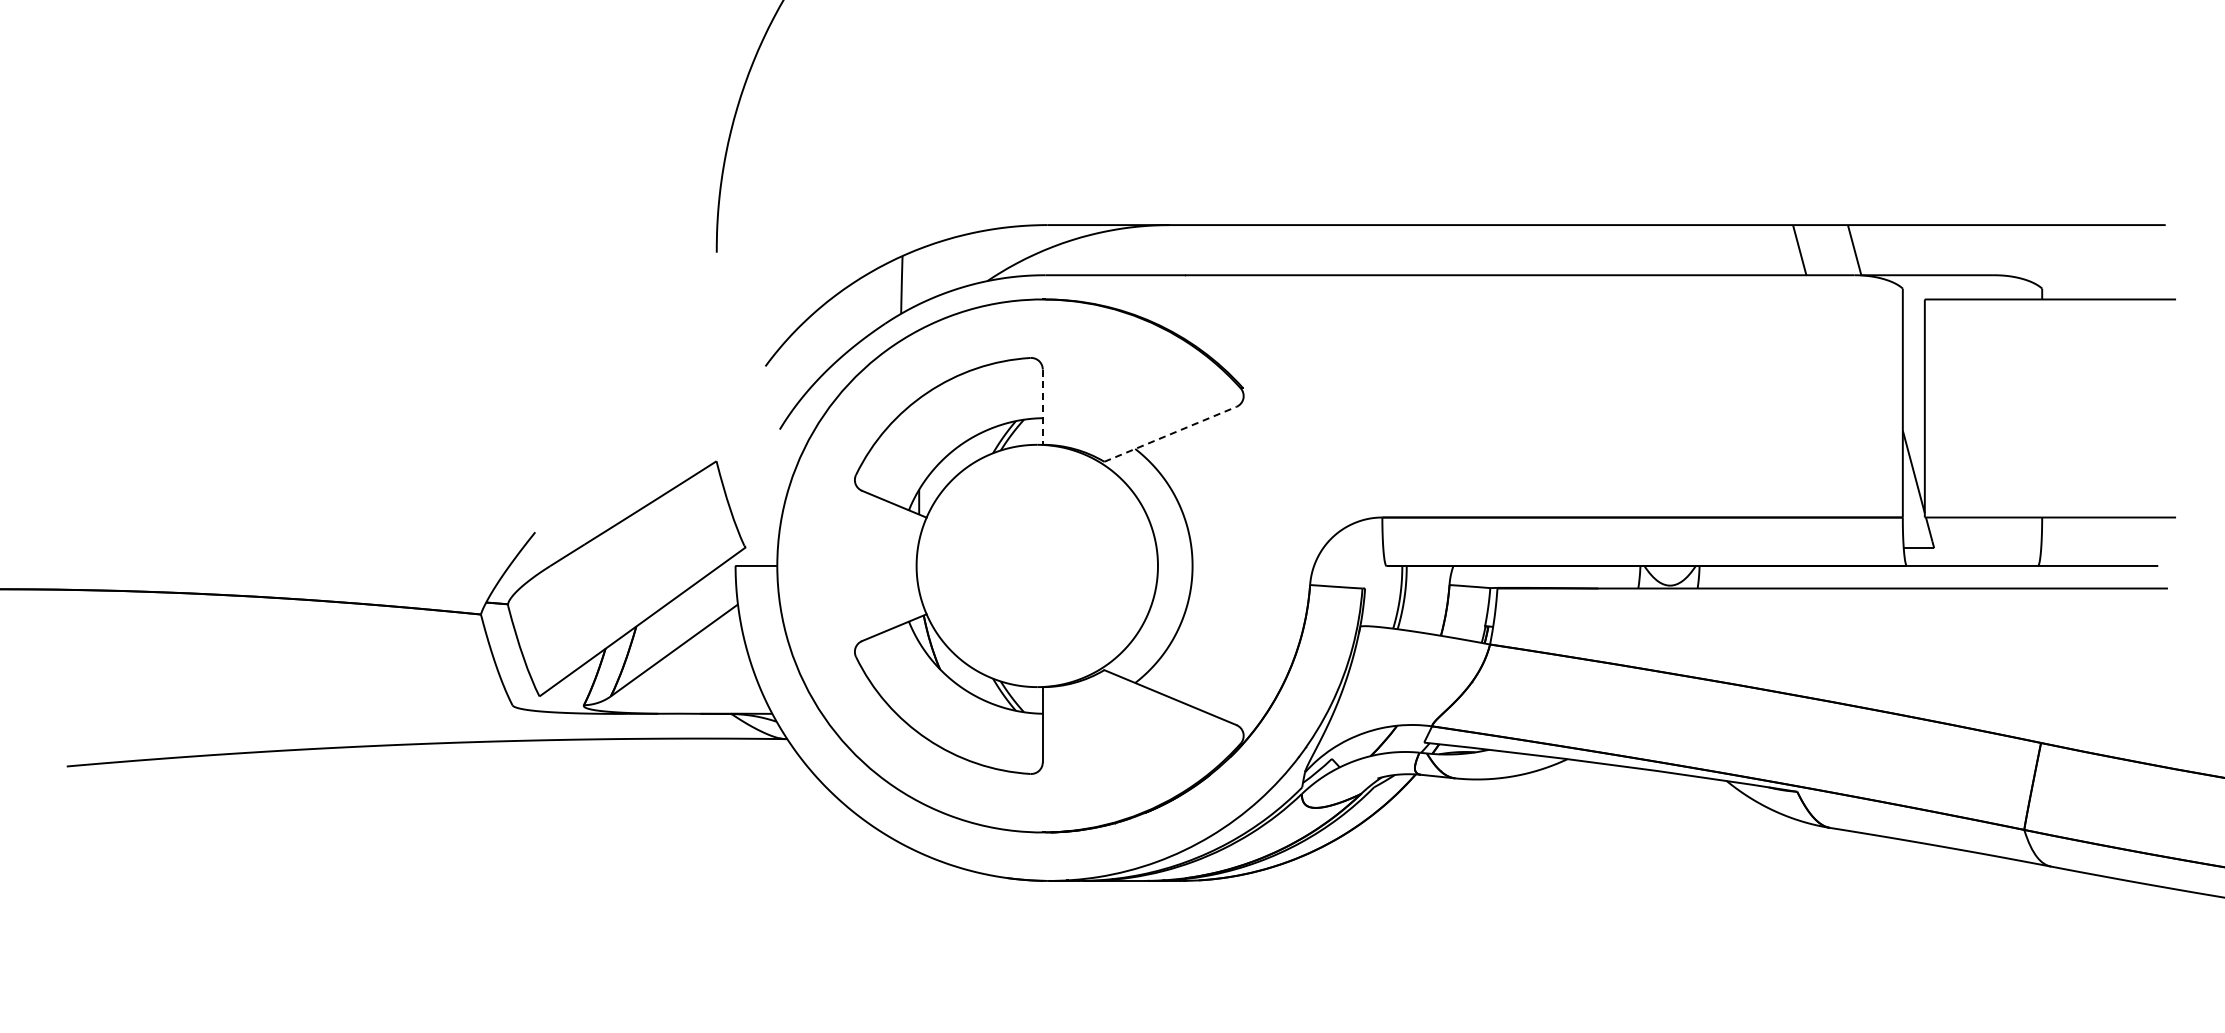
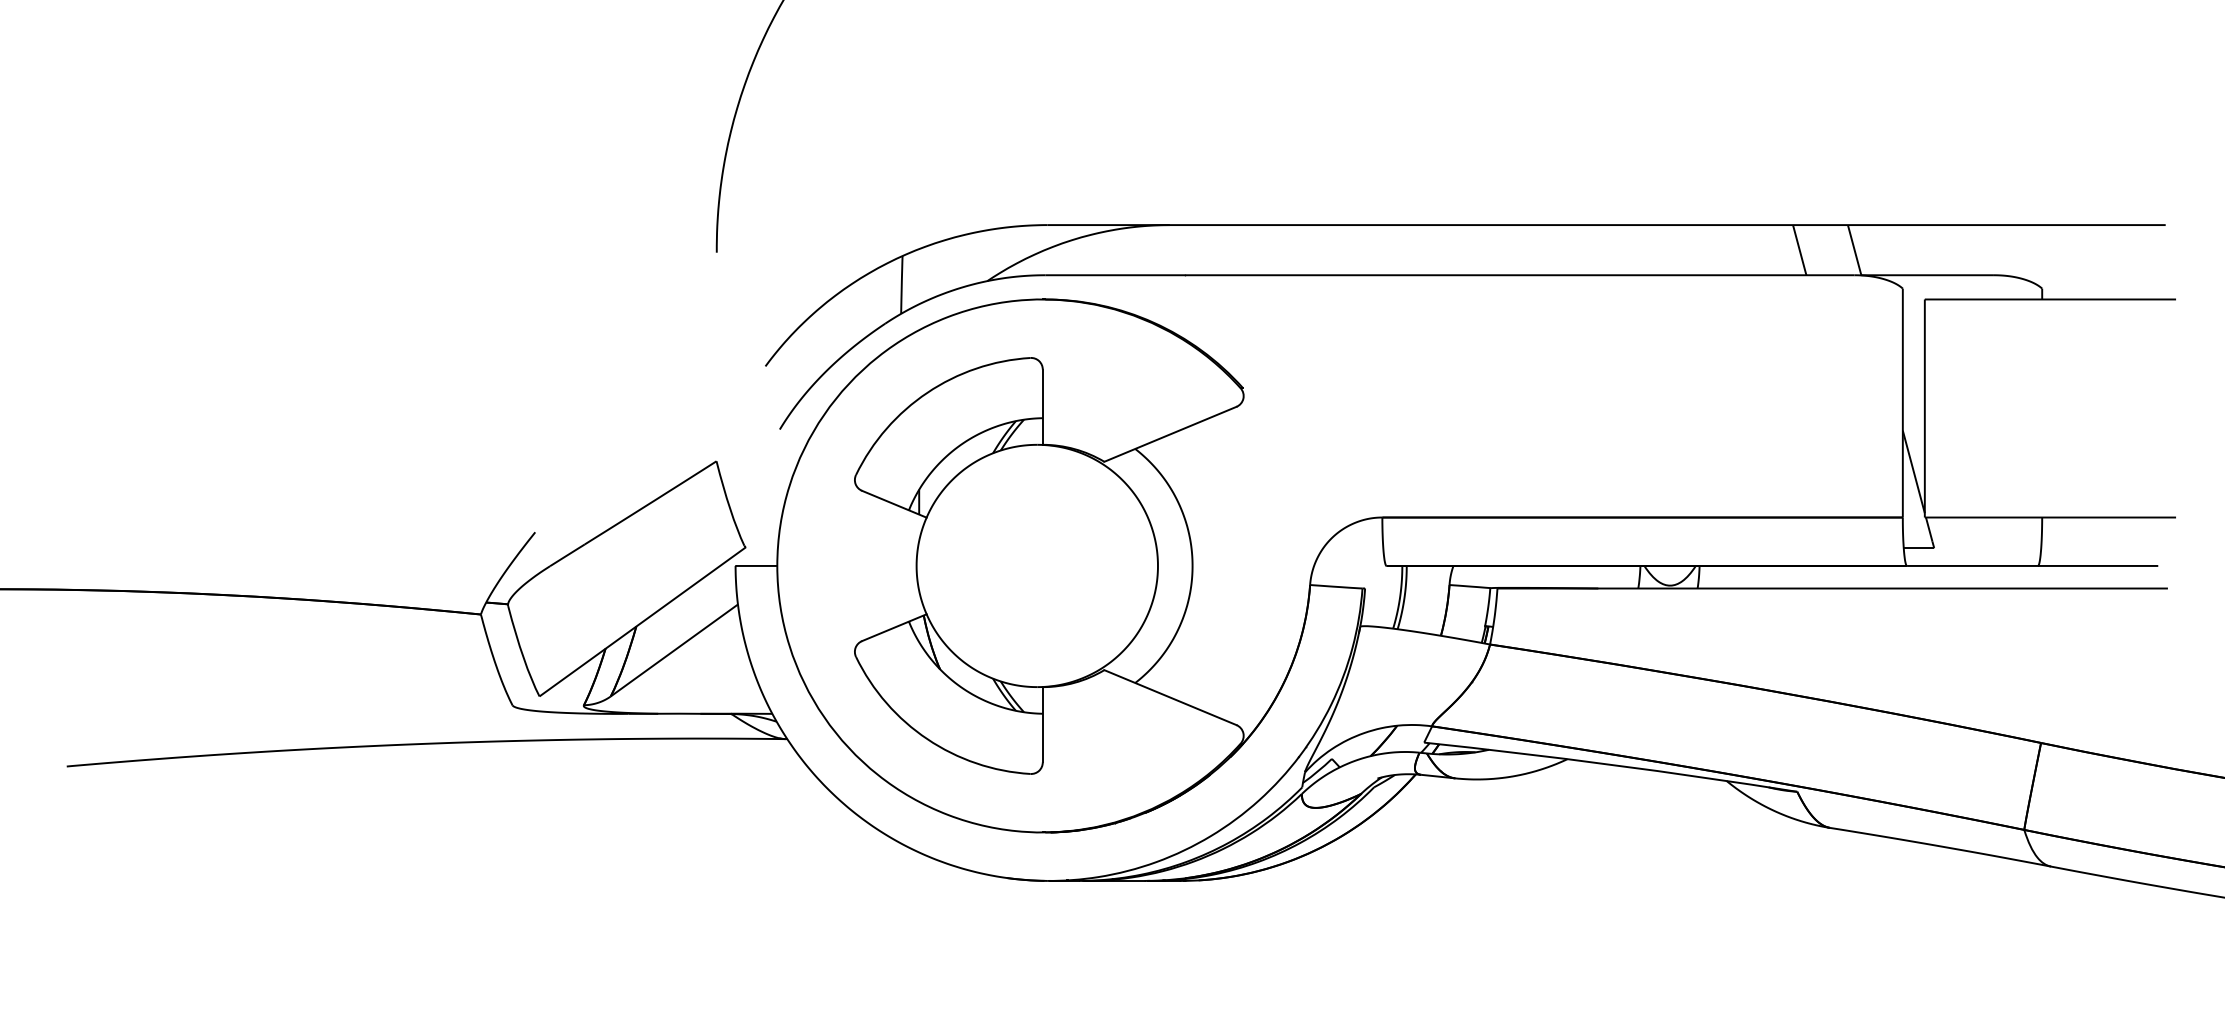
line at (1042, 407): dashed -> solid
line at (1170, 434): dashed -> solid
